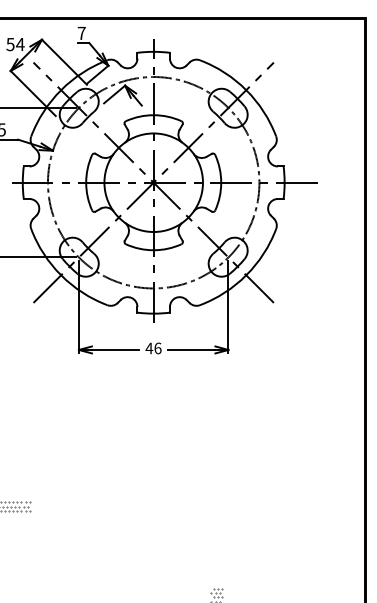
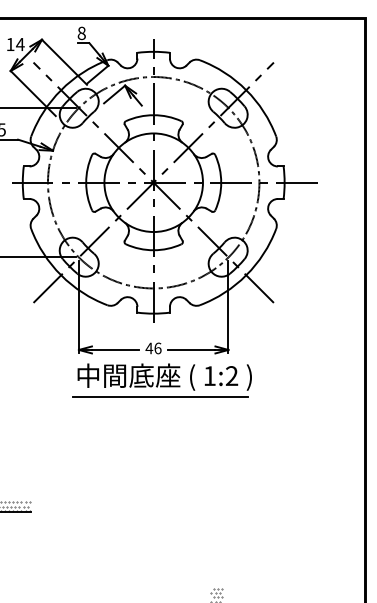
text at (81, 33): 7 -> 8
text at (10, 44): 54 -> 14
part at (161, 380): none -> present
line at (16, 511): none -> present
